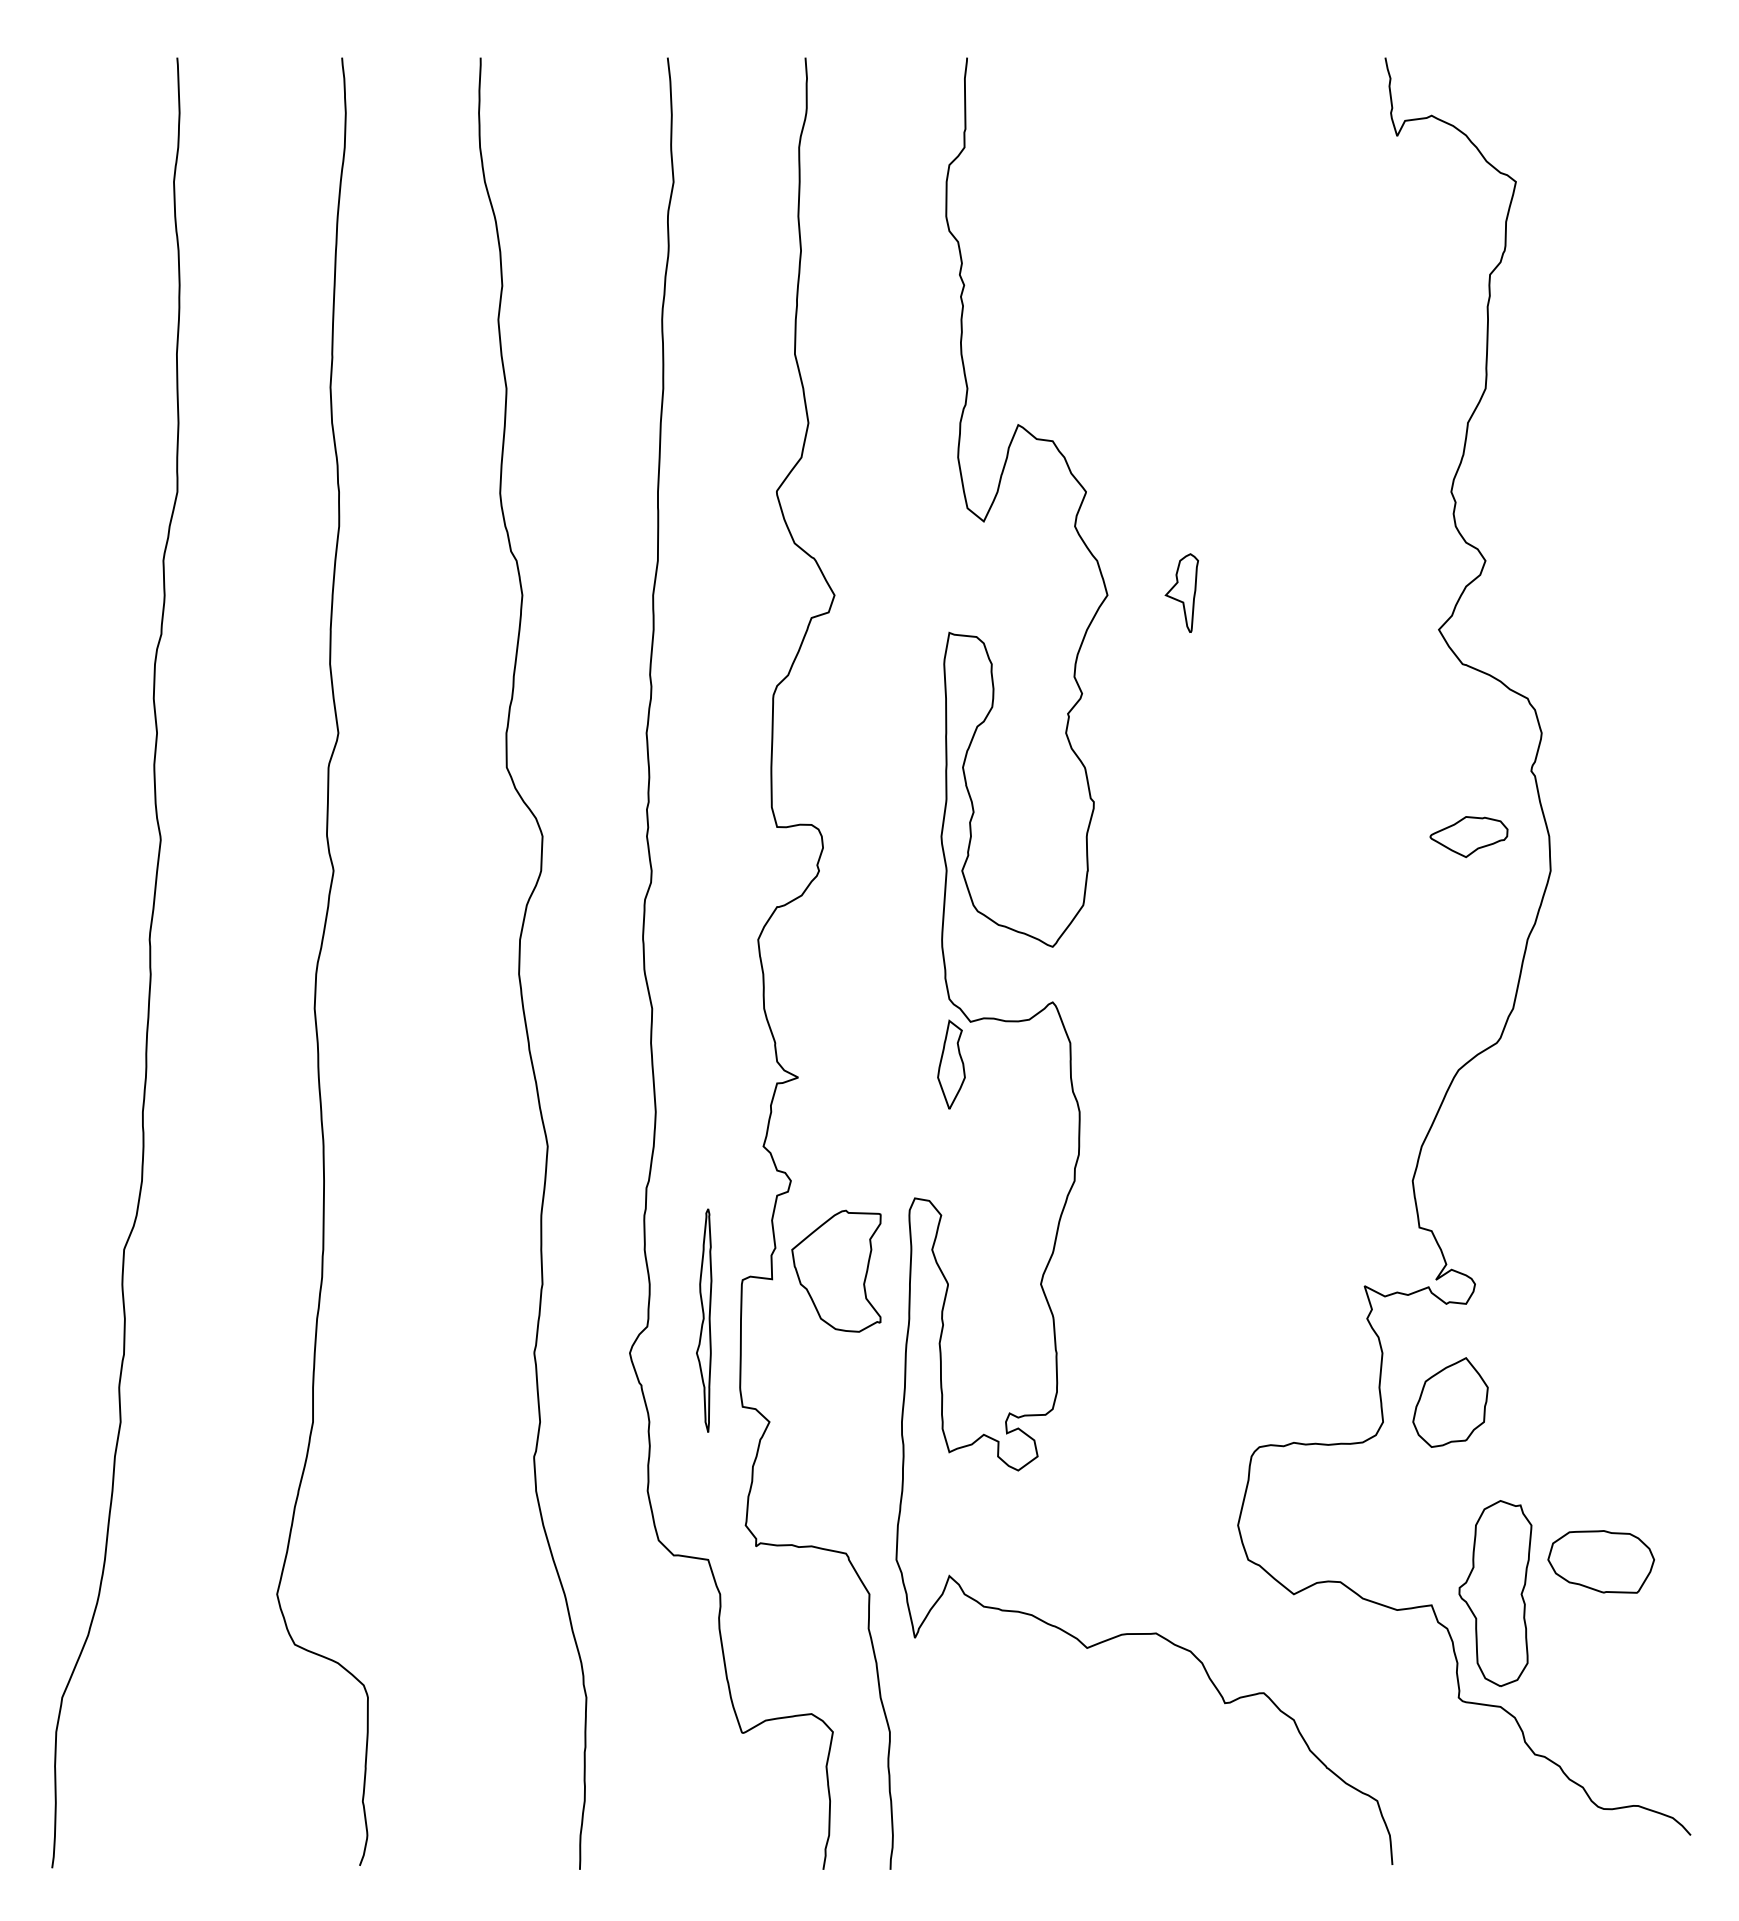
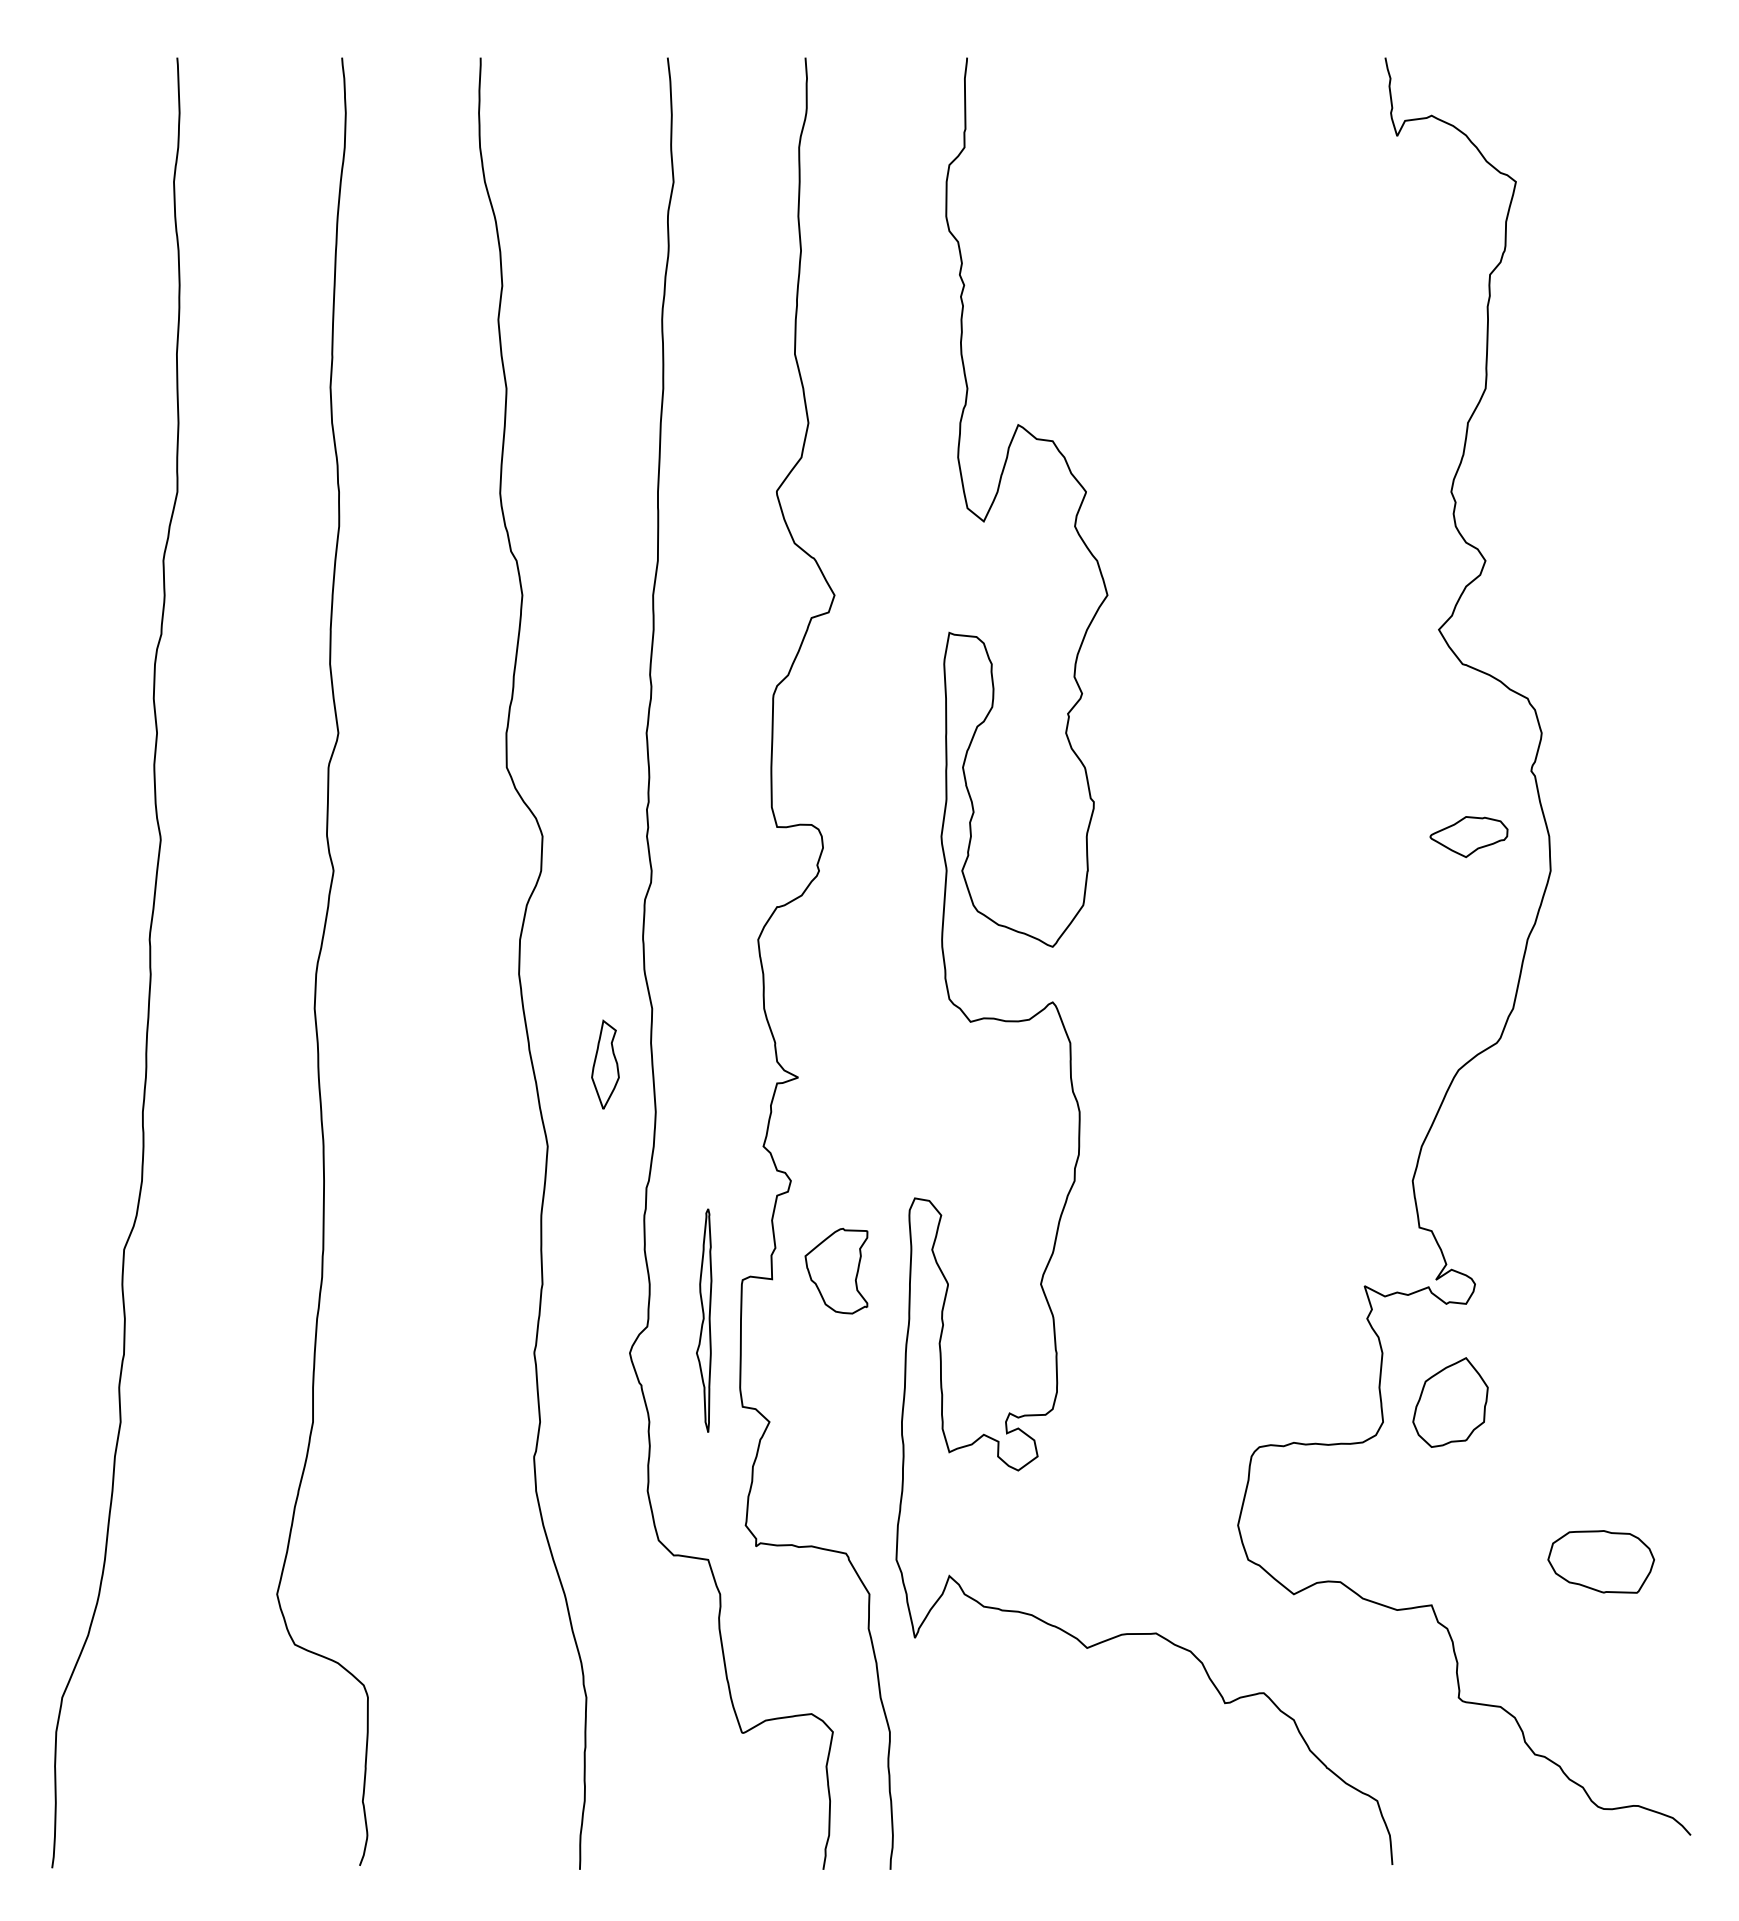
part at (1181, 592): present -> none
part at (951, 1064) position: (951, 1064) -> (605, 1064)
part at (836, 1270) size: 91x124 px -> 65x88 px
part at (1495, 1593): present -> none
